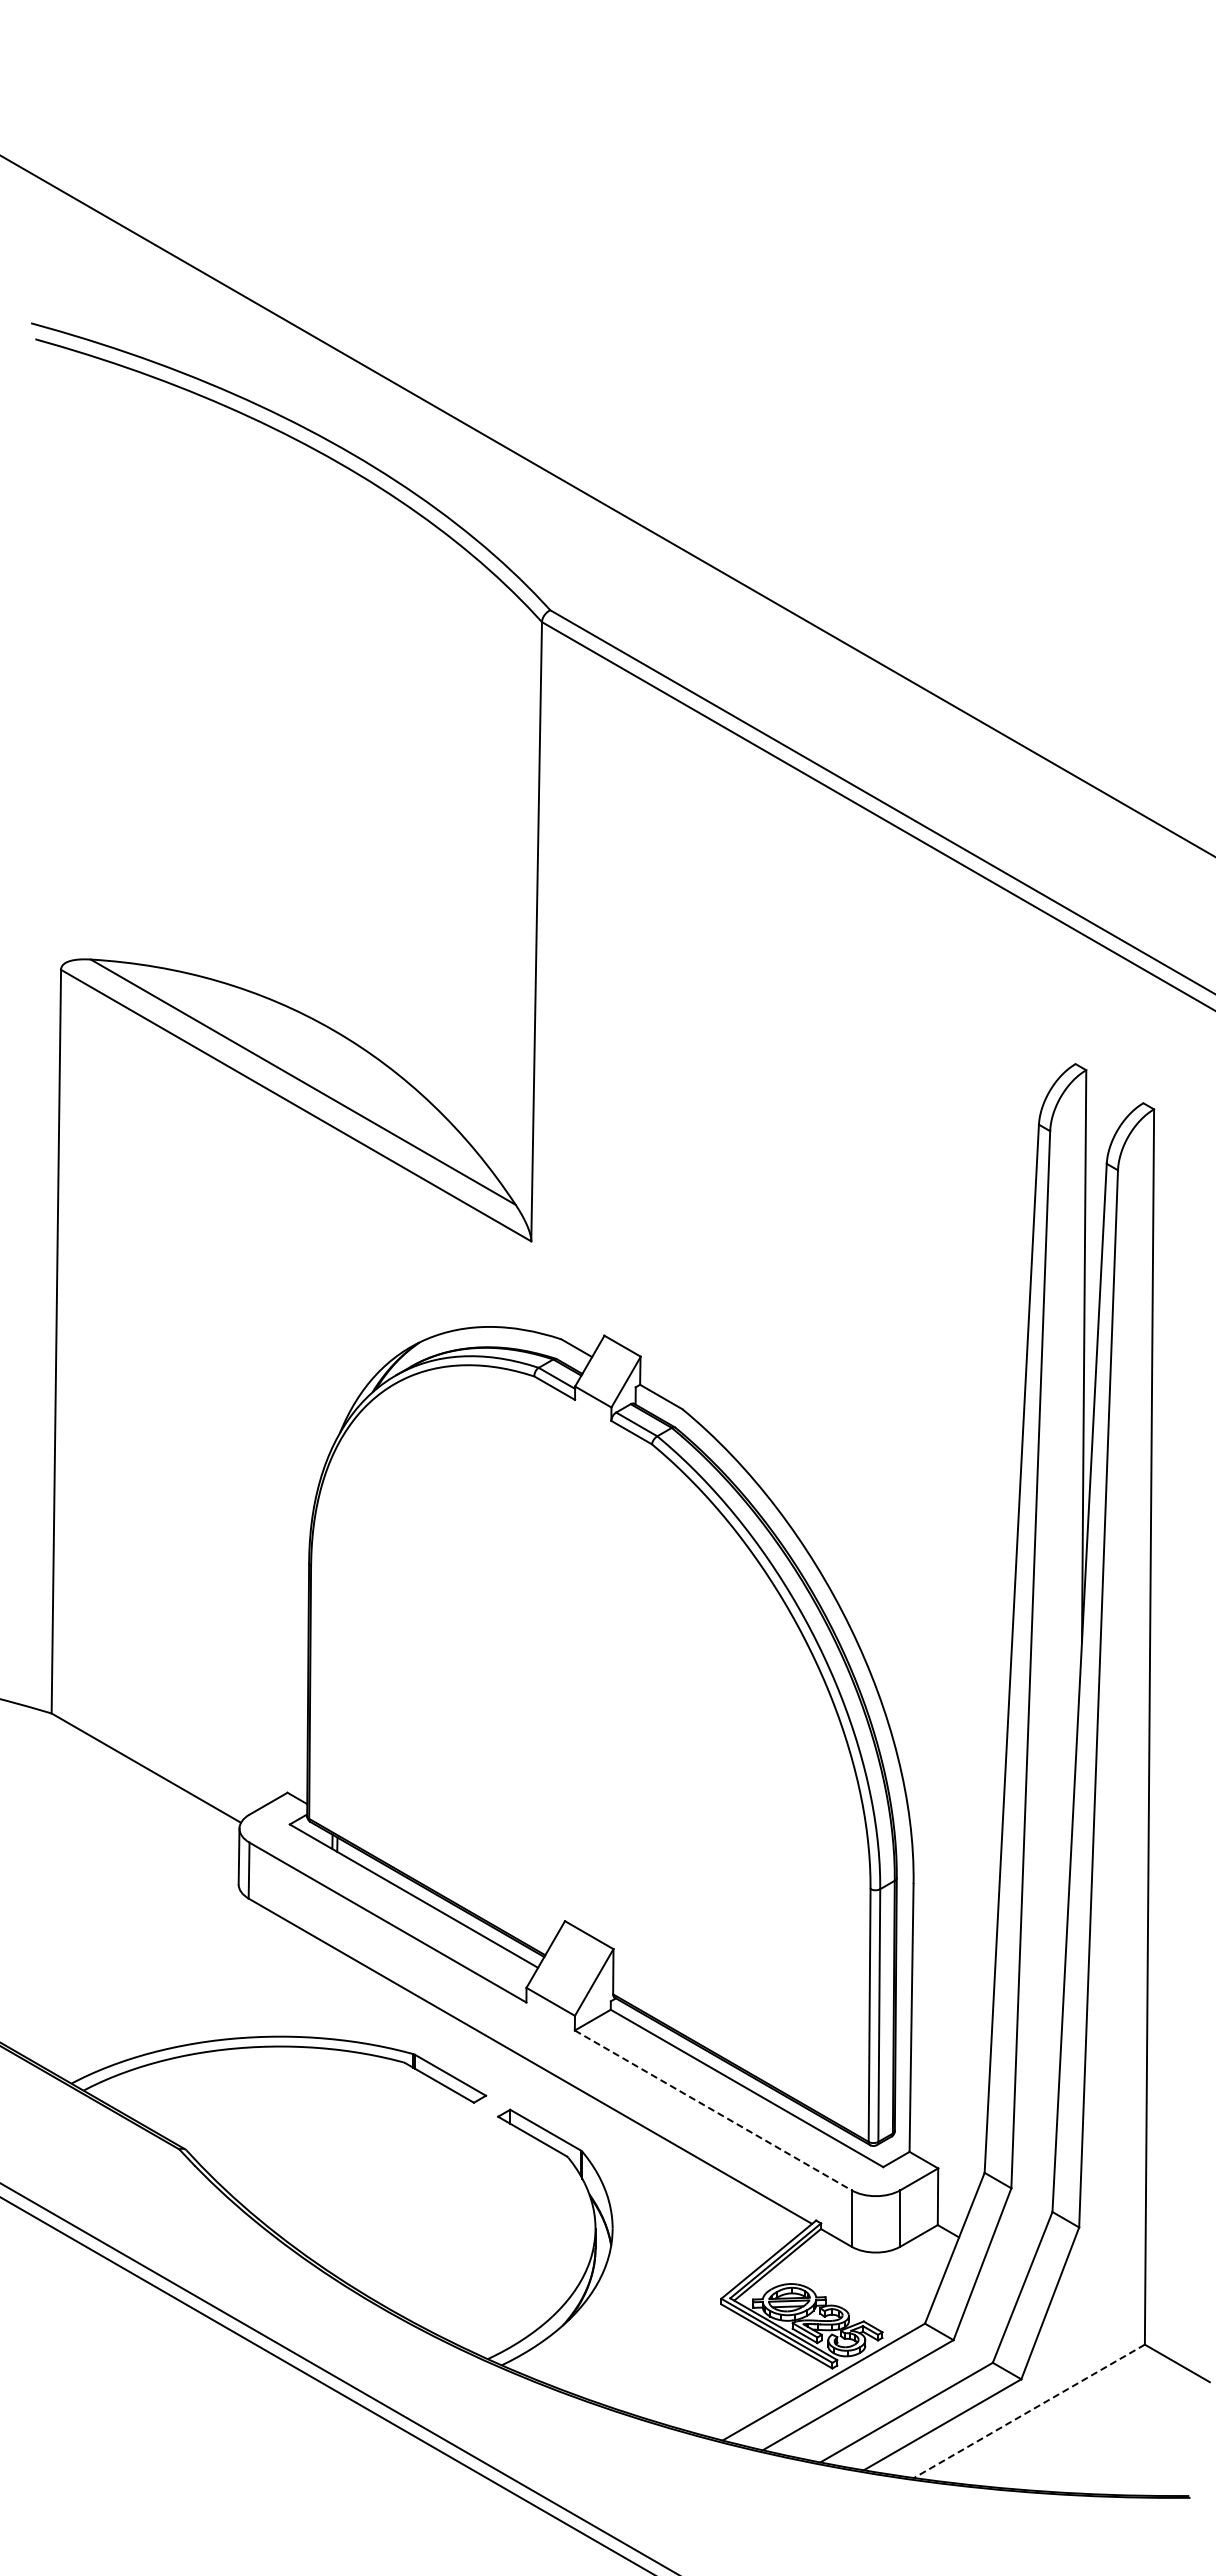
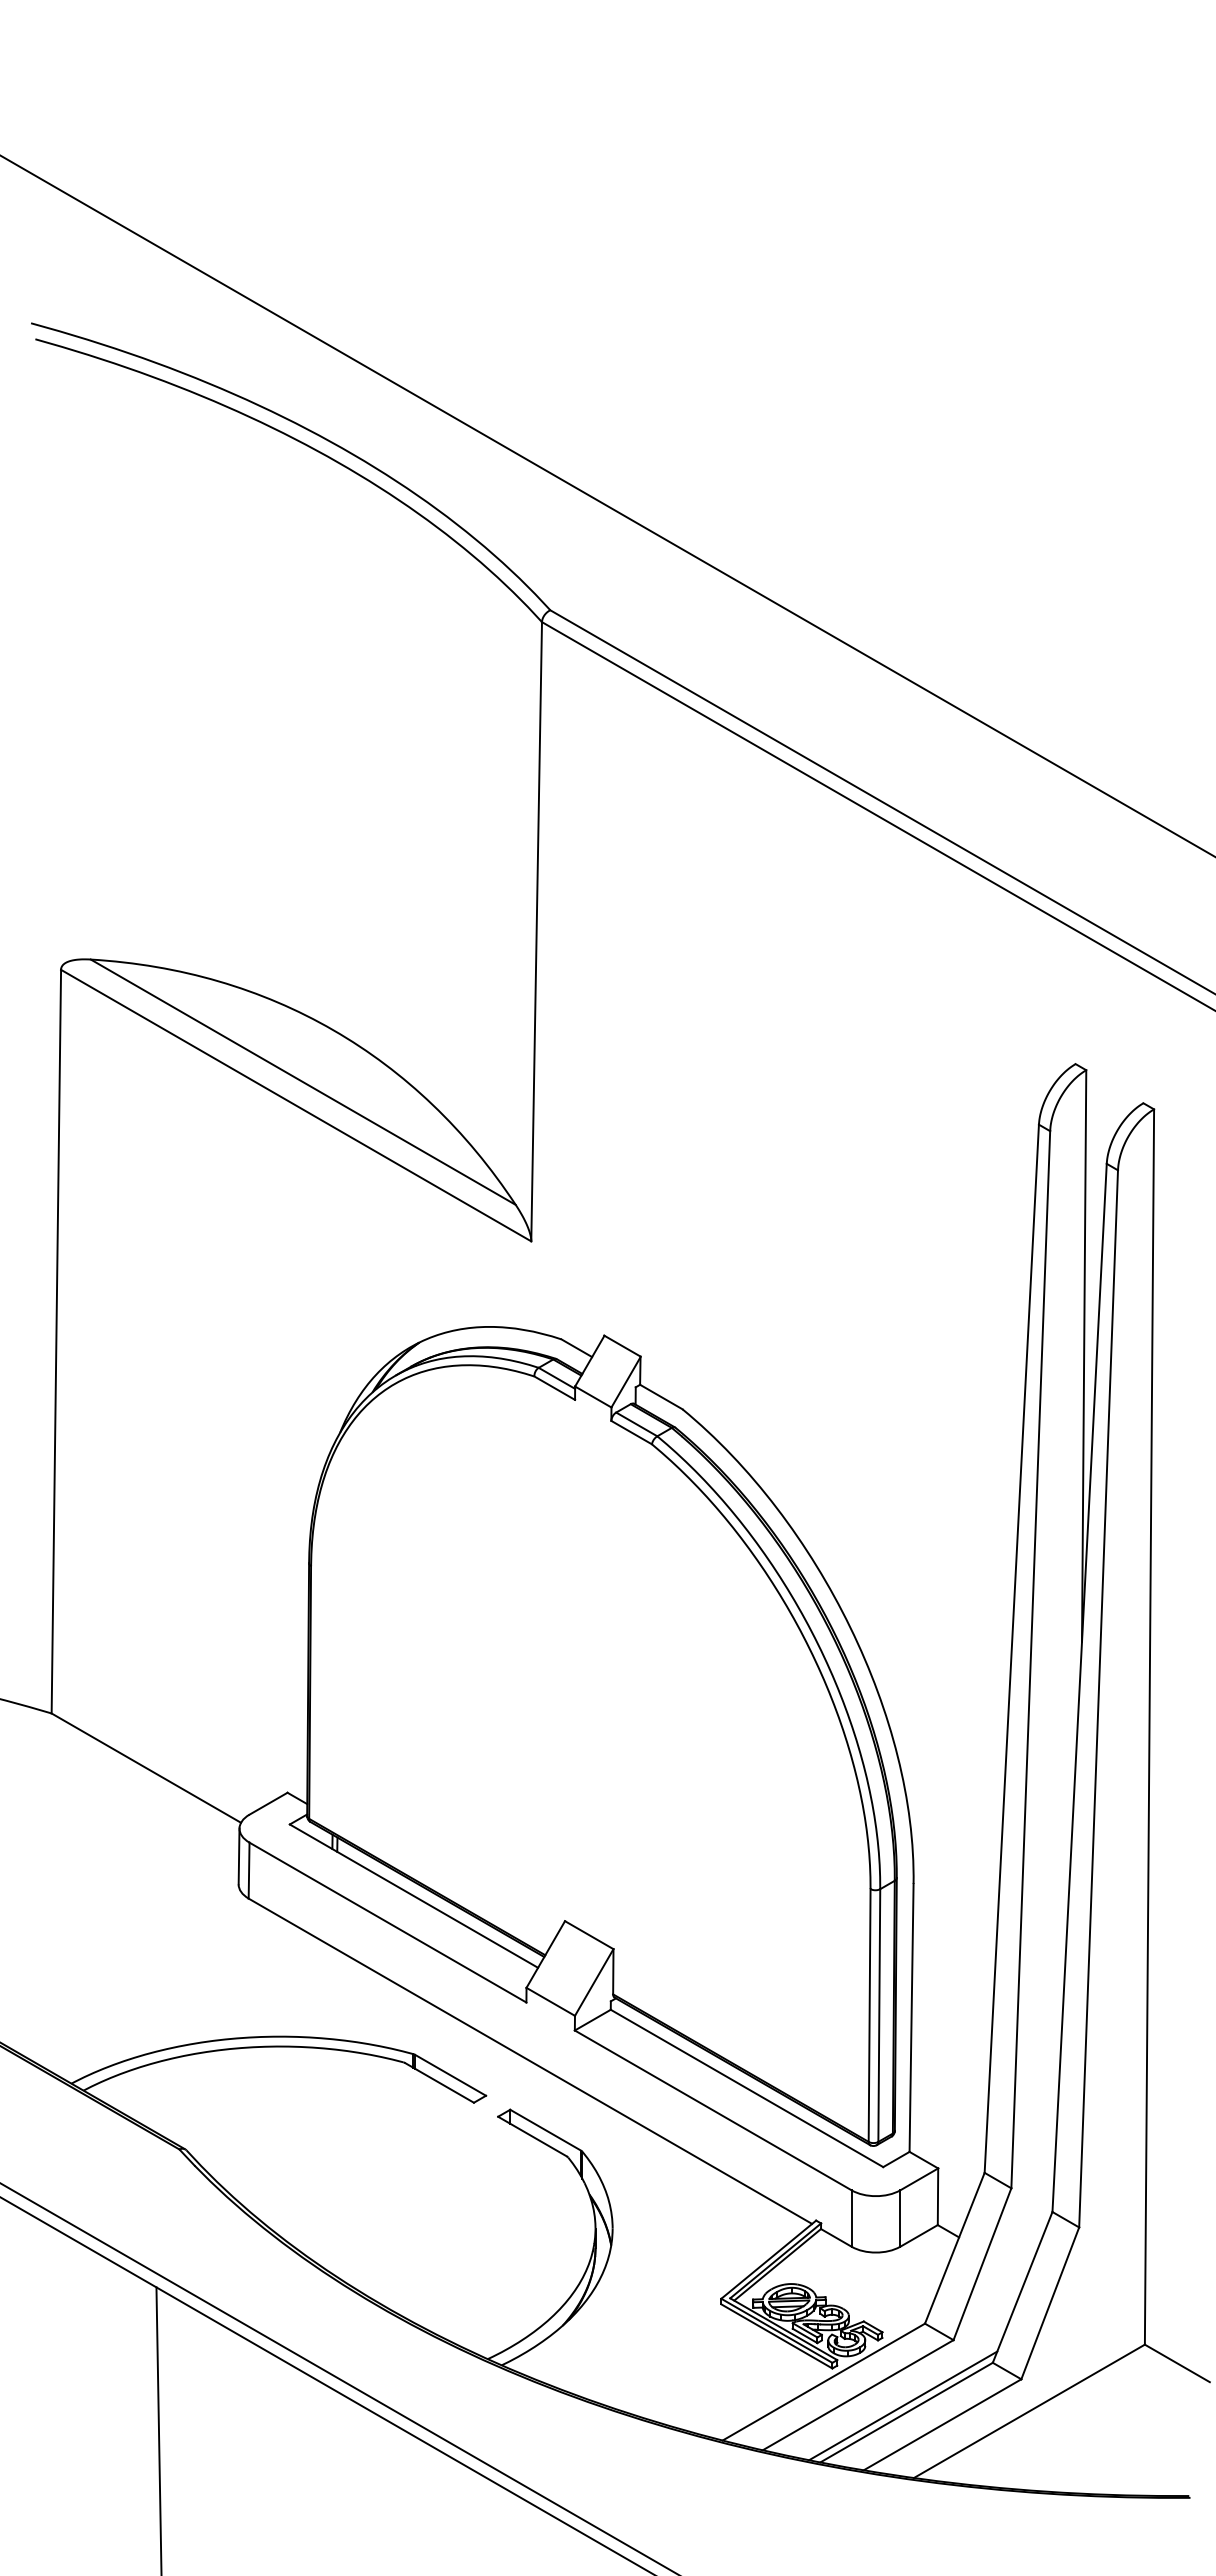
line at (713, 2110): dashed -> solid
line at (903, 2405): none -> present
line at (1028, 2411): dashed -> solid
line at (158, 2429): none -> present
